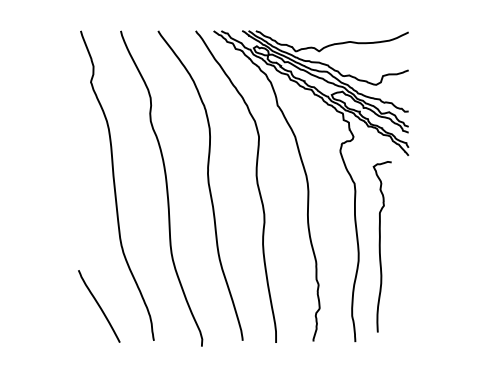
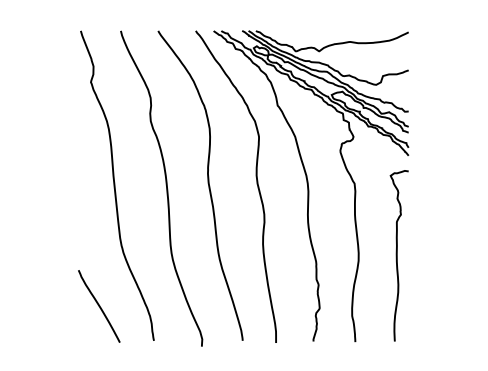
curve at (380, 246) position: (380, 246) -> (397, 255)
